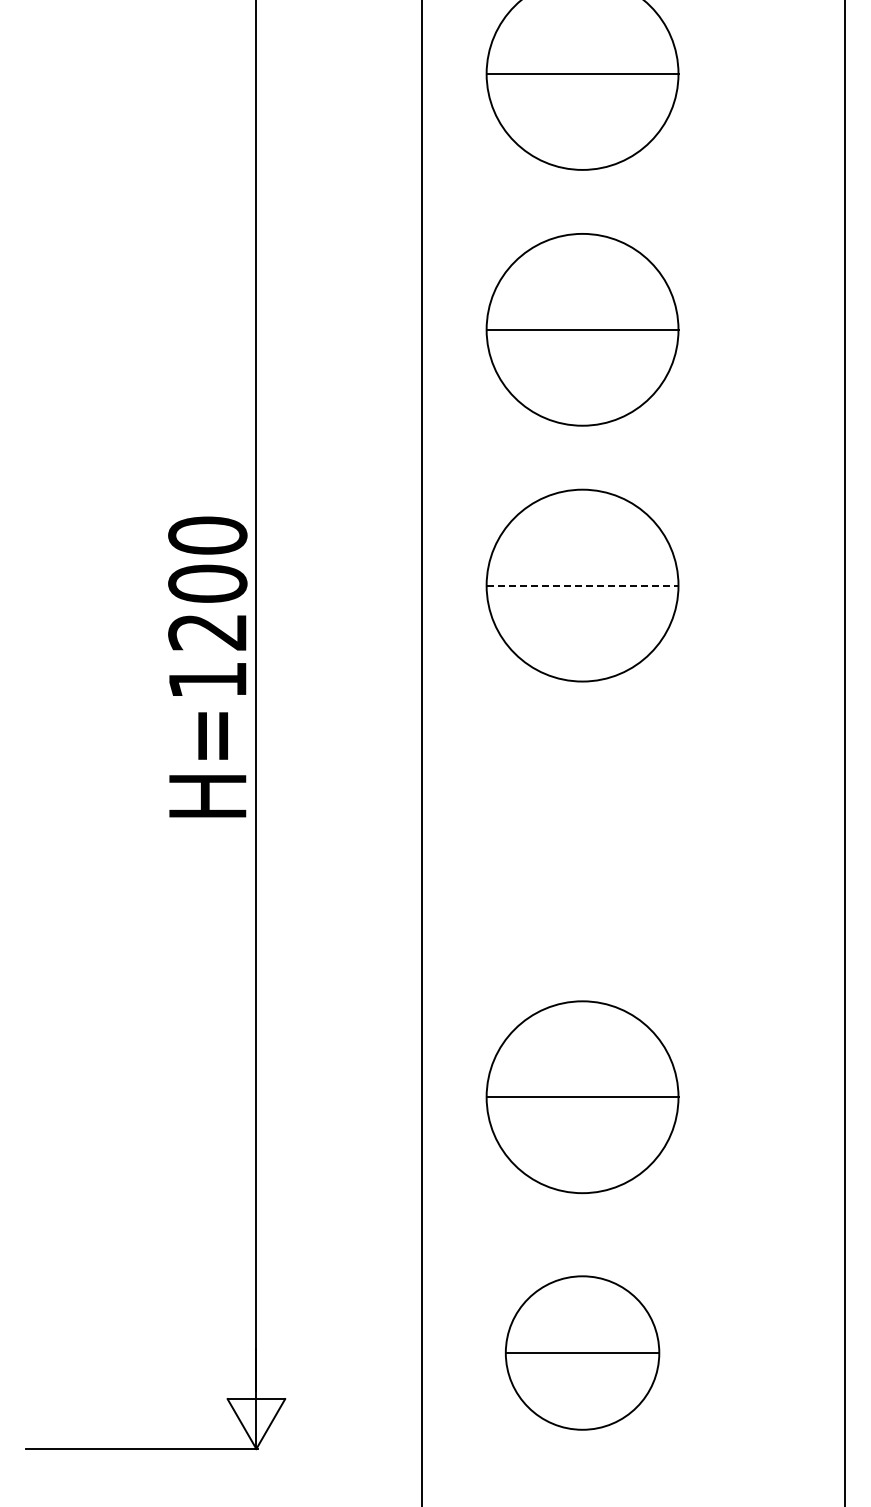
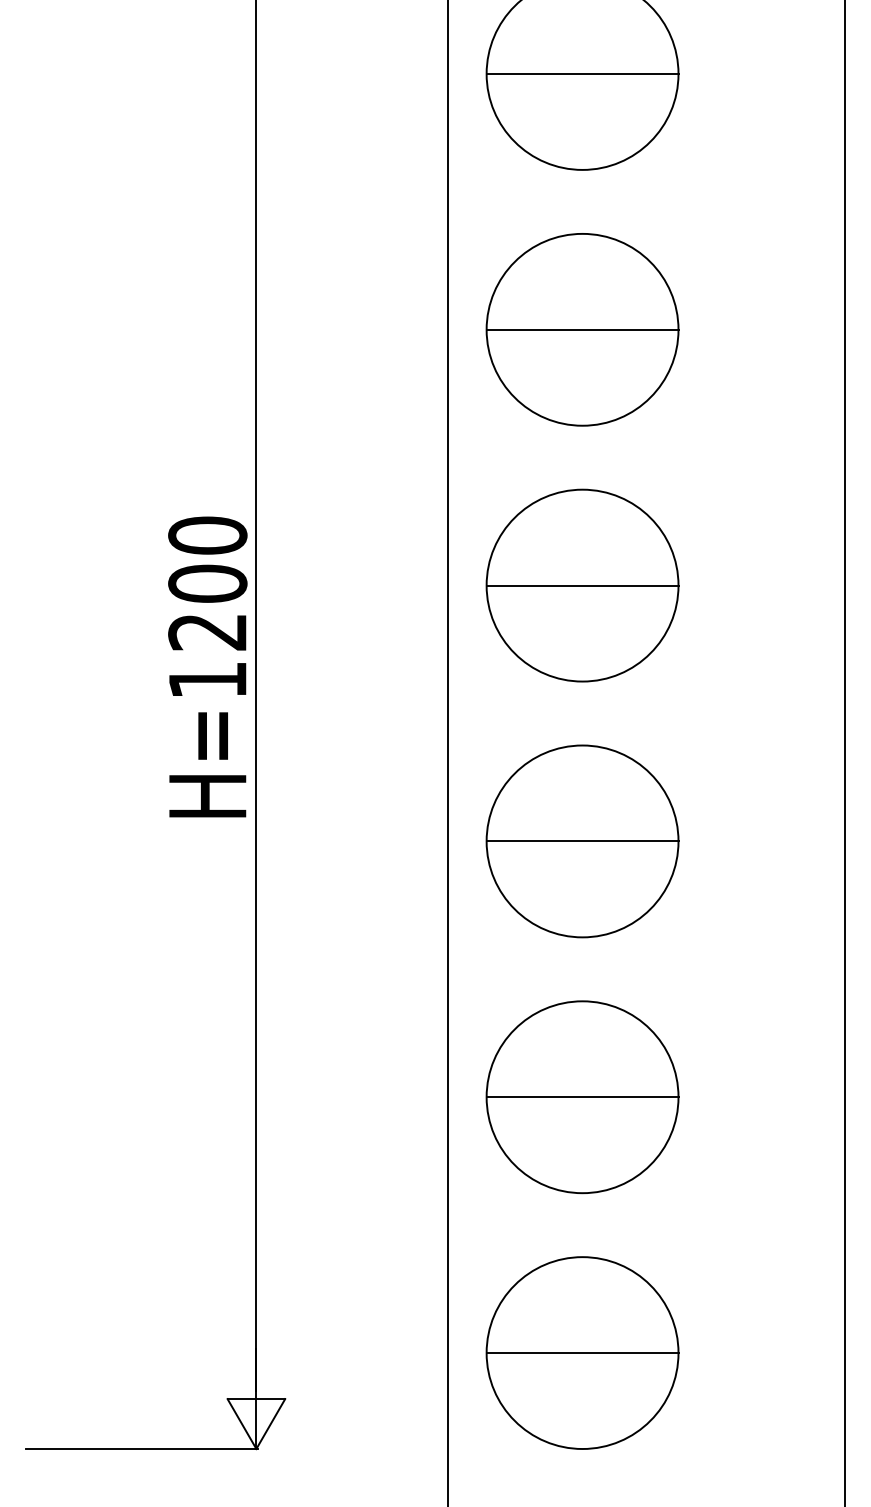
line at (582, 585): dashed -> solid
line at (422, 752) position: (422, 752) -> (448, 752)
part at (582, 841): none -> present
part at (582, 1352) size: 157x156 px -> 195x194 px
